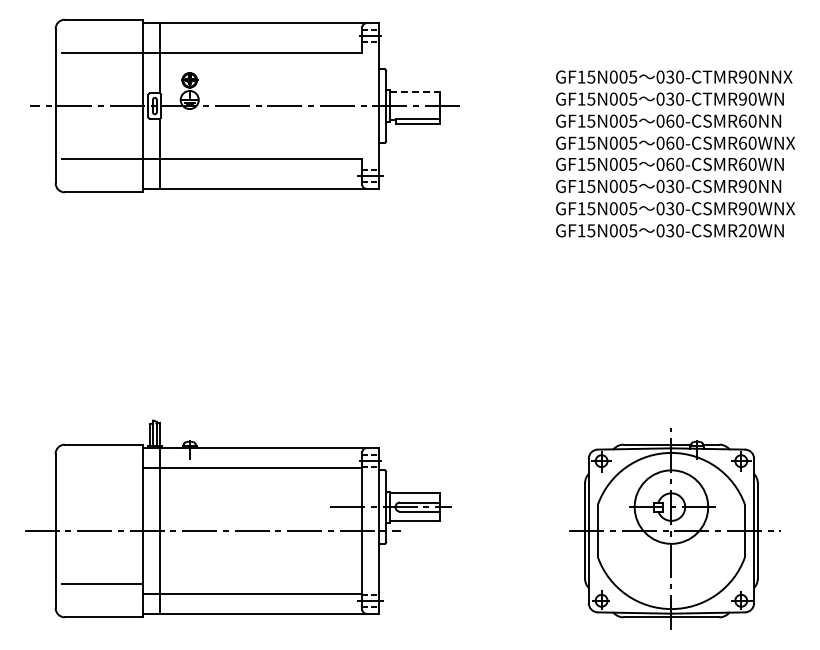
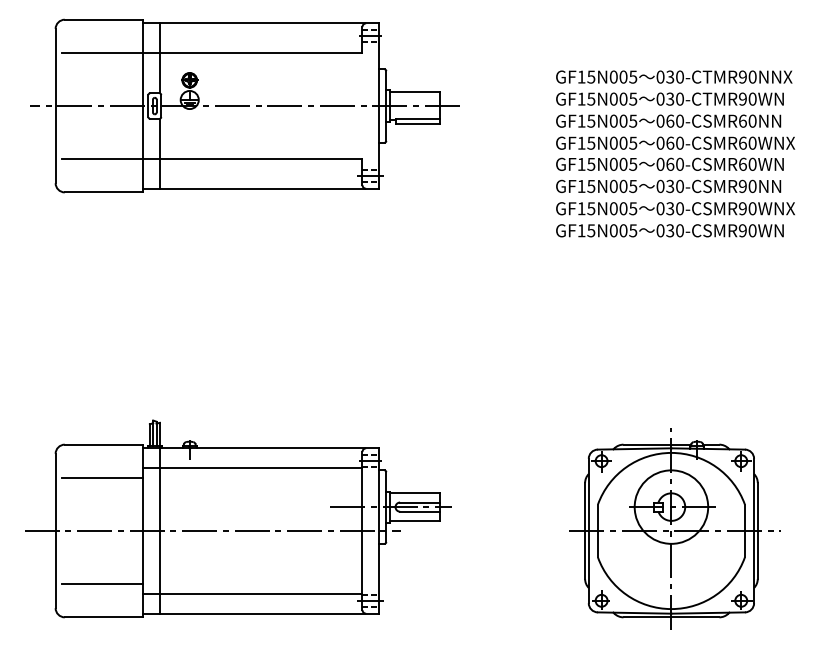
line at (414, 92): dashed -> solid
text at (742, 231): 030-CSMR20WN -> 030-CSMR90WN
line at (102, 477): none -> present
